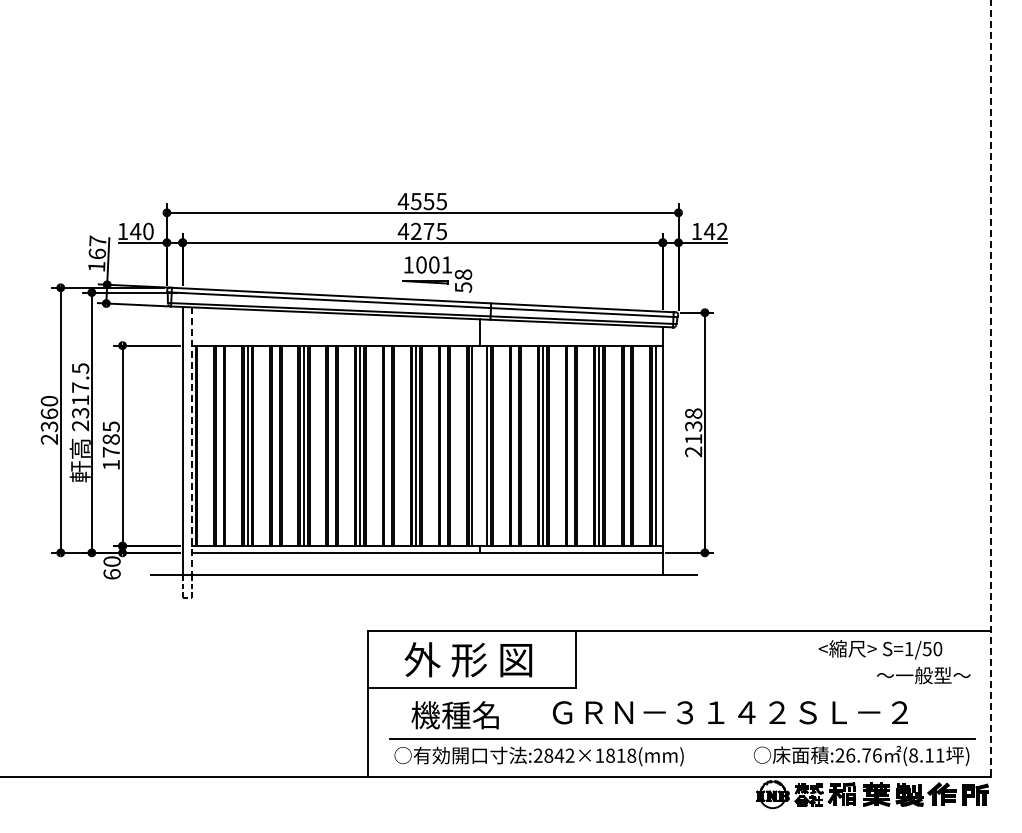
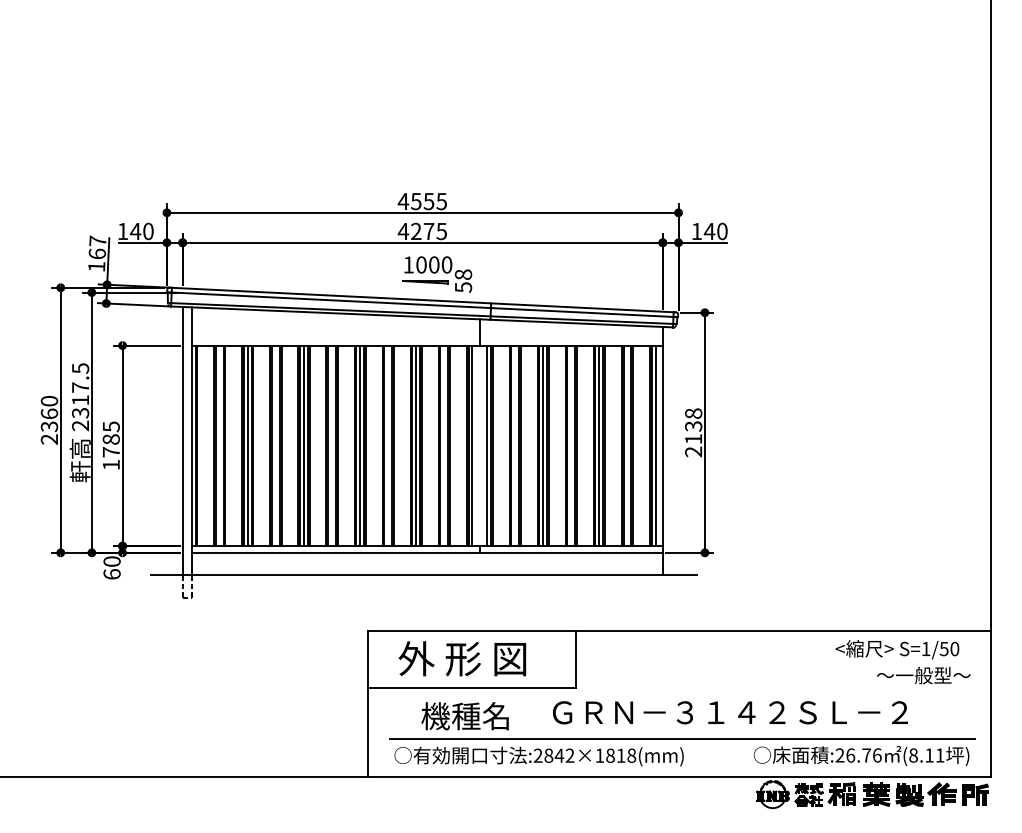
text at (722, 231): 142 -> 140
text at (446, 264): 1001 -> 1000
line at (991, 389): dashed -> solid
line at (191, 441): dashed -> solid
text at (880, 649) position: (880, 649) -> (897, 649)
text at (468, 659) position: (468, 659) -> (462, 658)
text at (454, 715) position: (454, 715) -> (464, 716)
